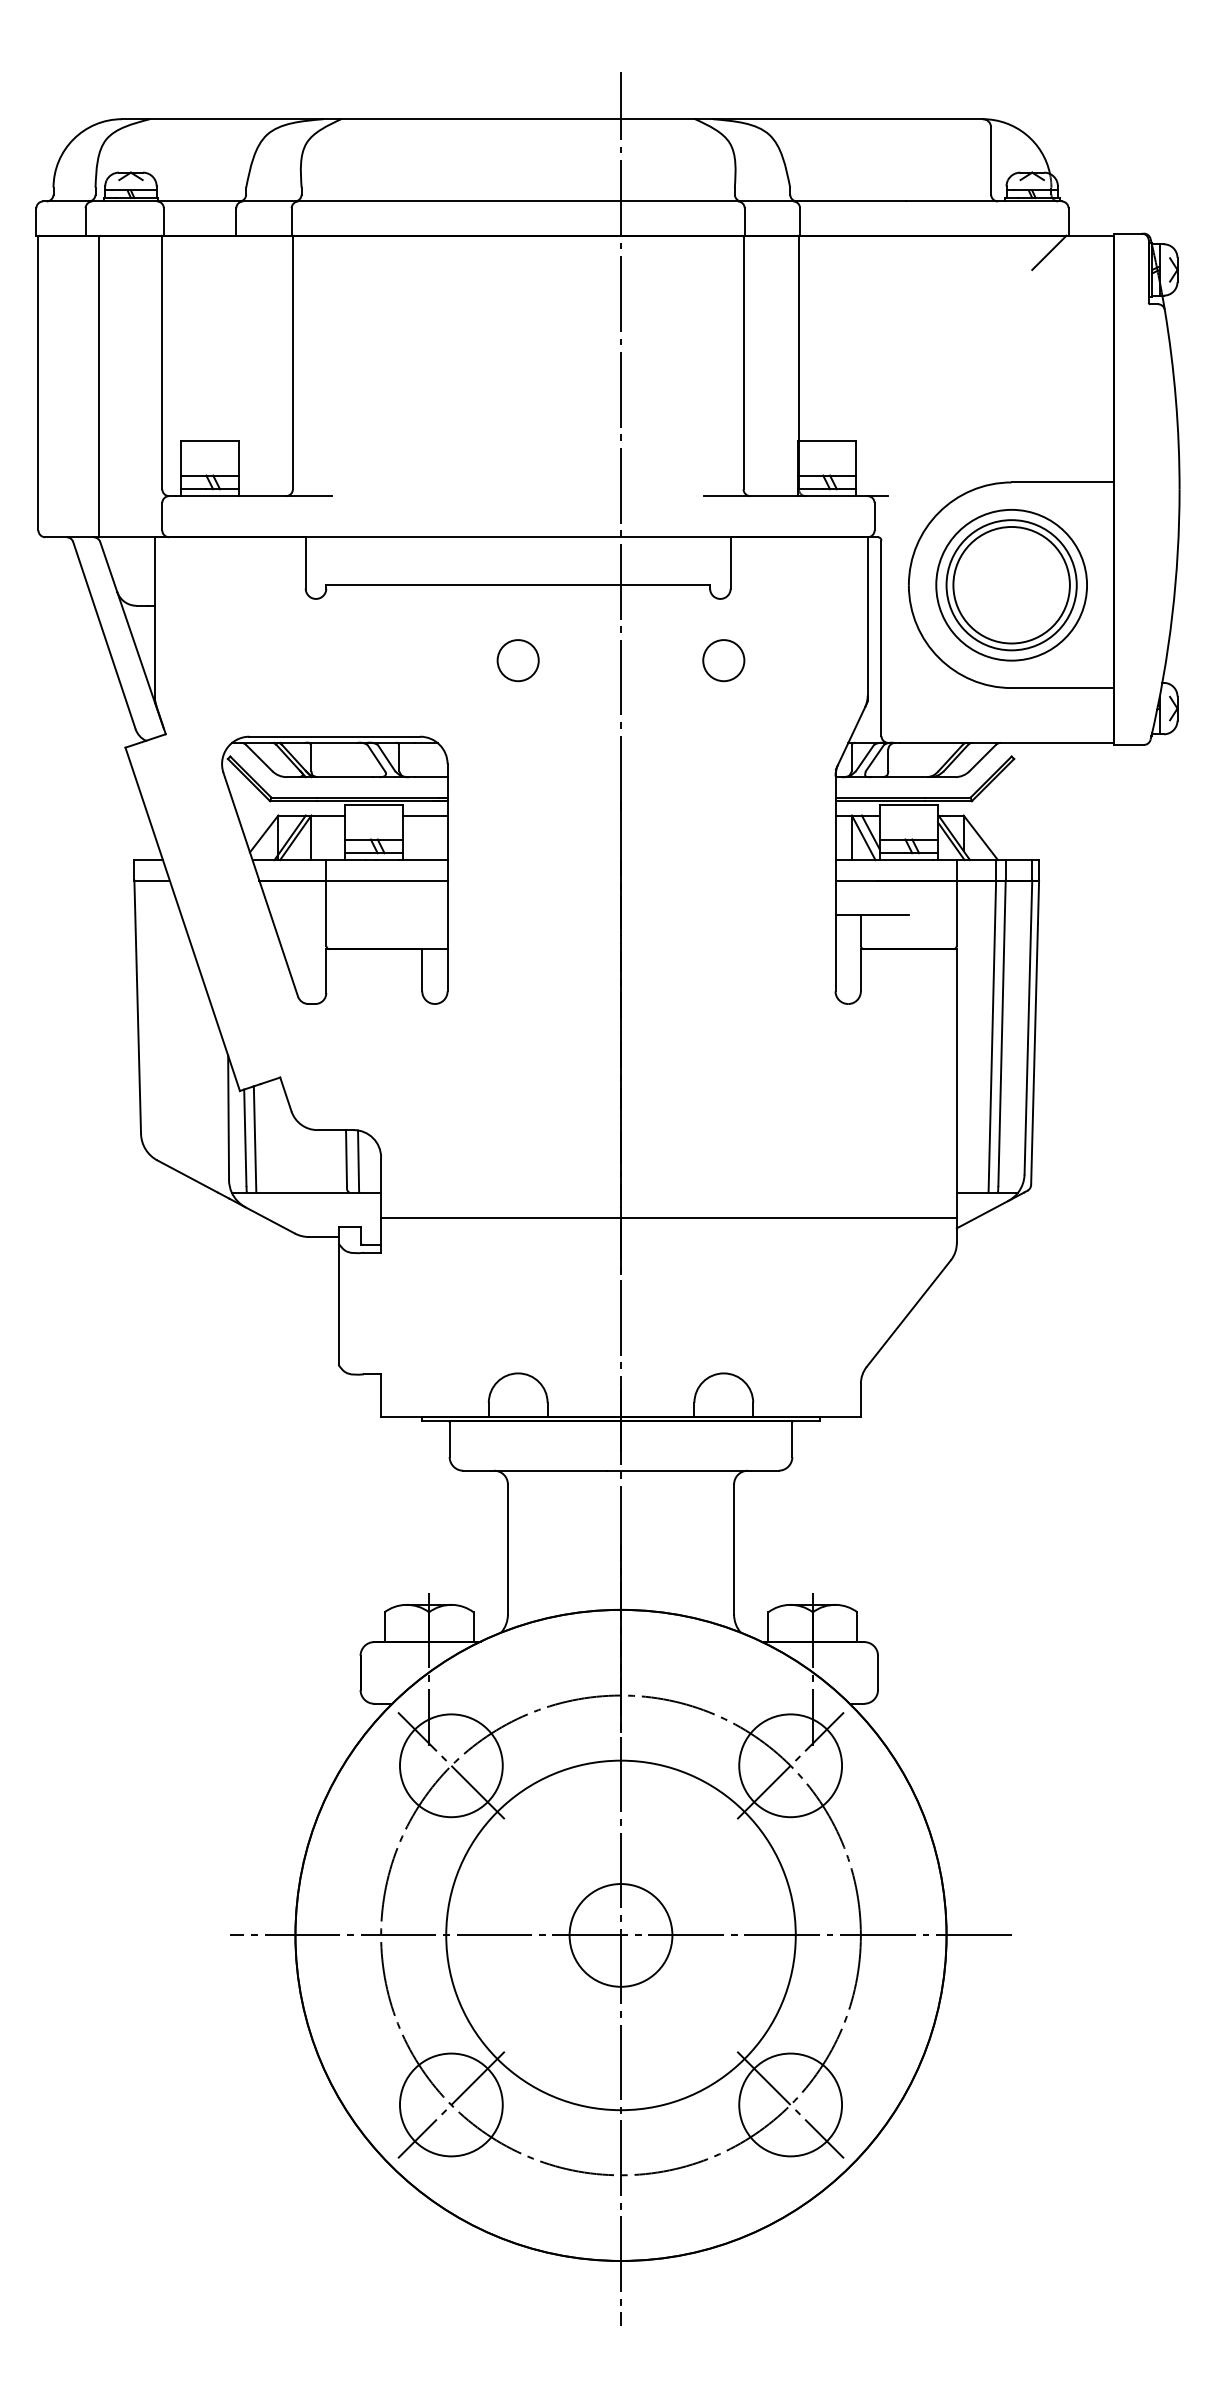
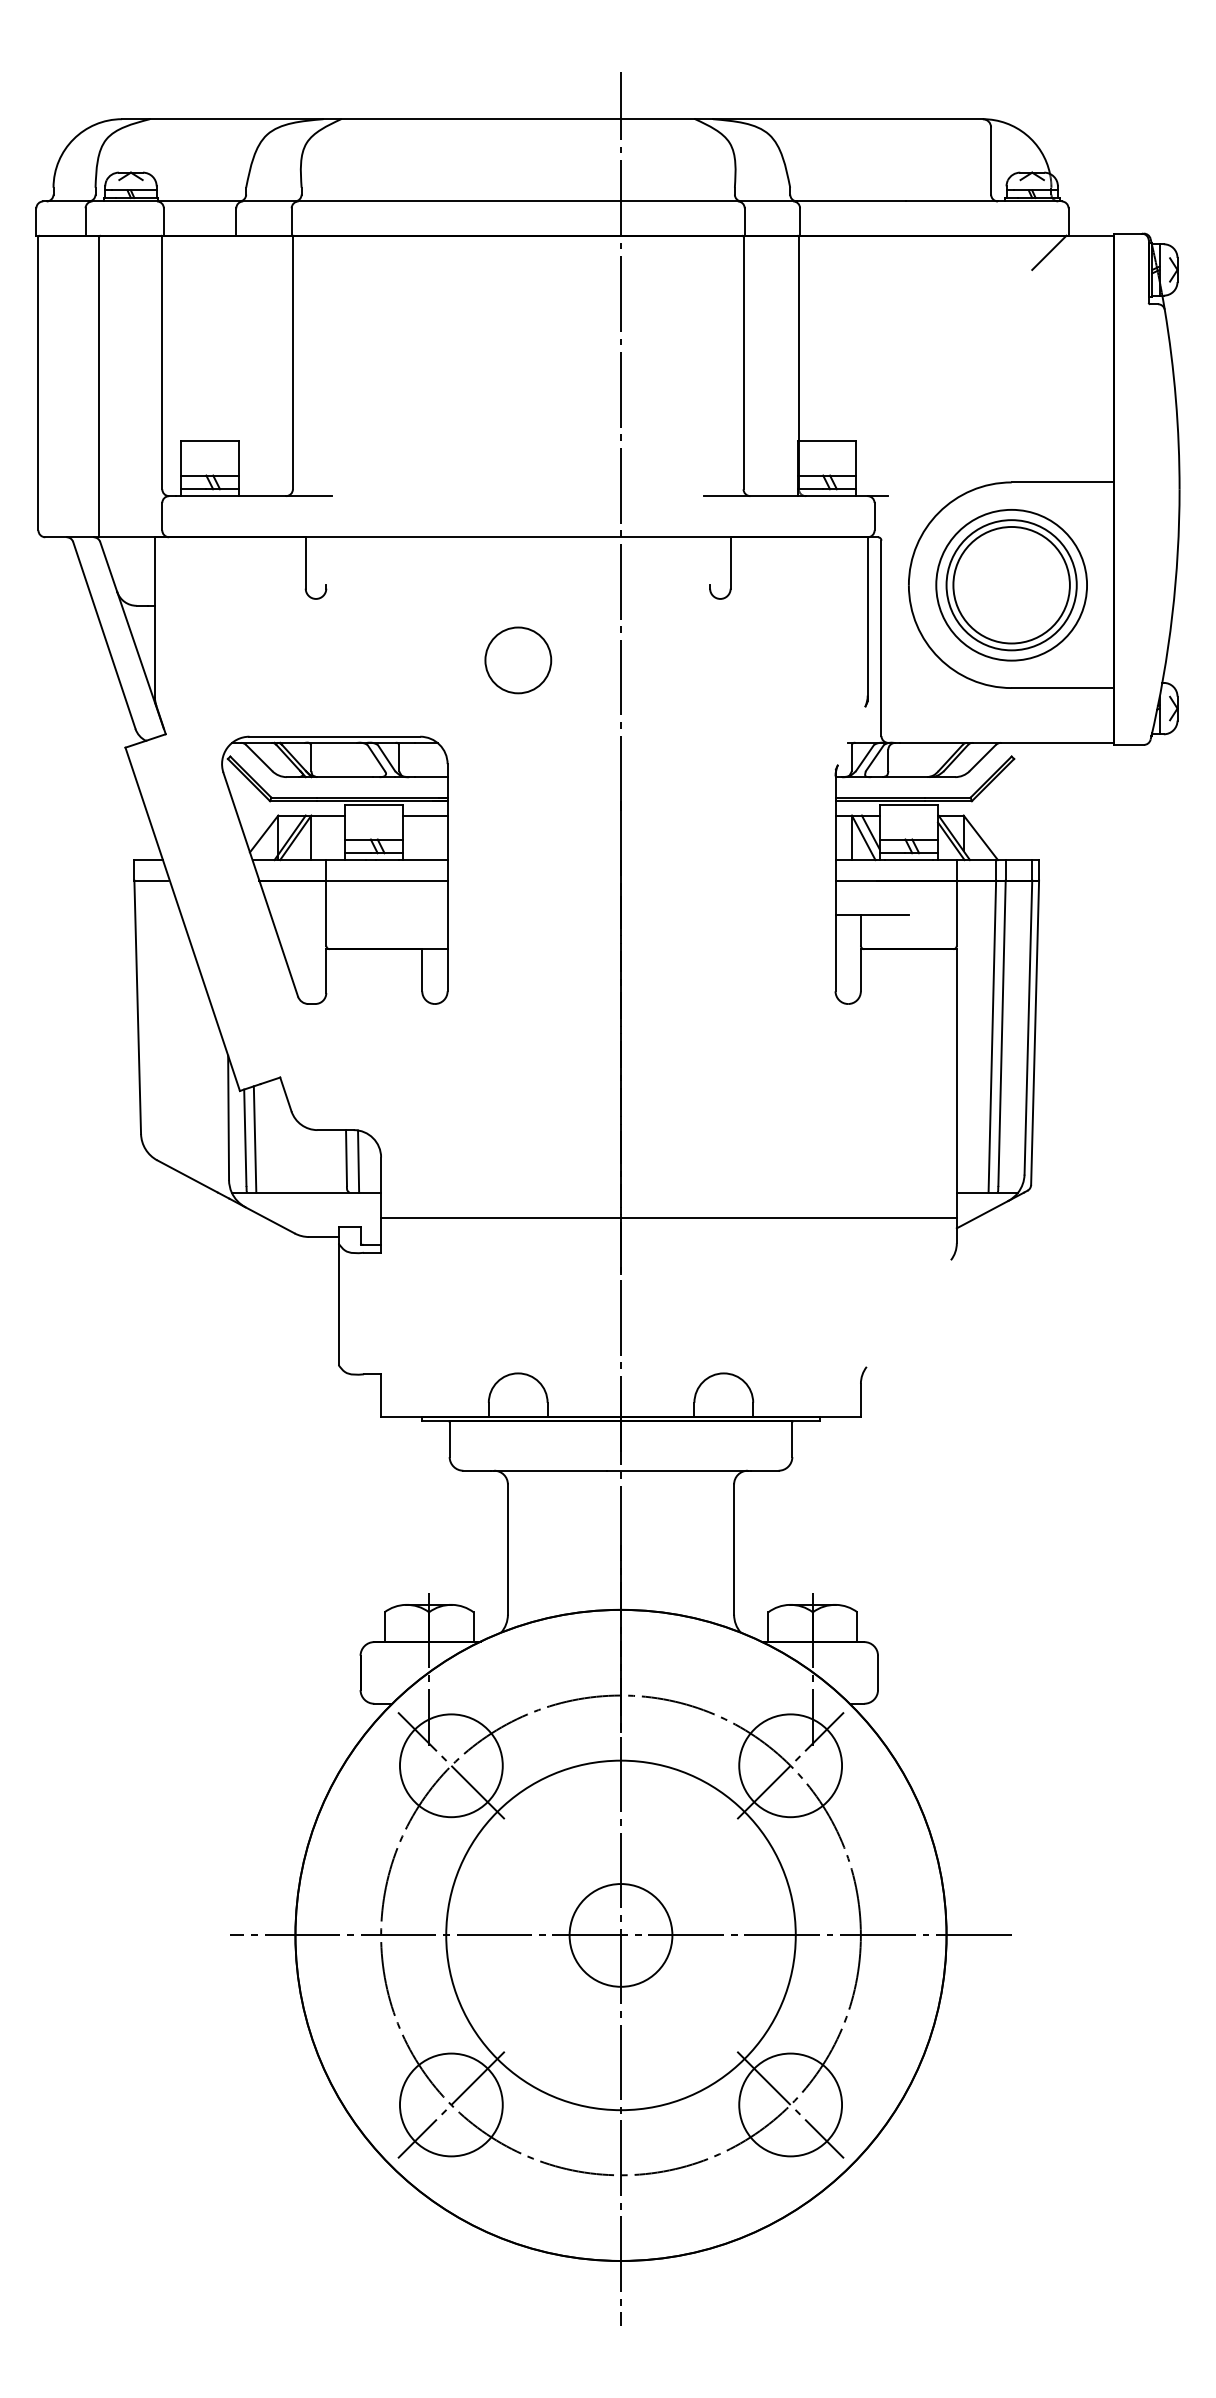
line at (518, 585): present -> none
circle at (517, 660) size: 44x44 px -> 69x69 px
circle at (723, 660): present -> none
line at (851, 735): present -> none
line at (908, 1313): present -> none
